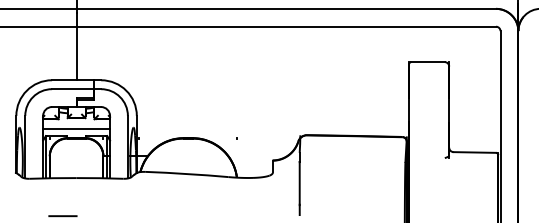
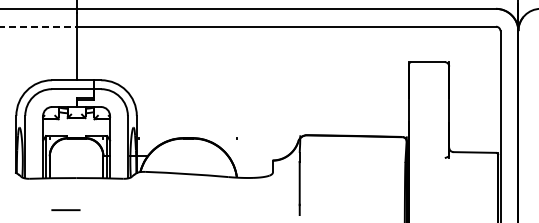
line at (38, 26): solid -> dashed
line at (76, 129): present -> none
line at (62, 216) position: (62, 216) -> (65, 210)
